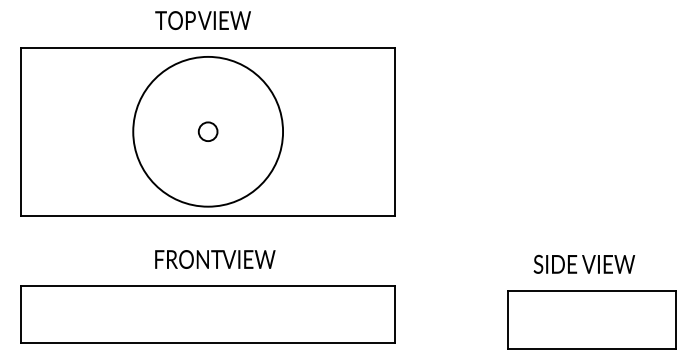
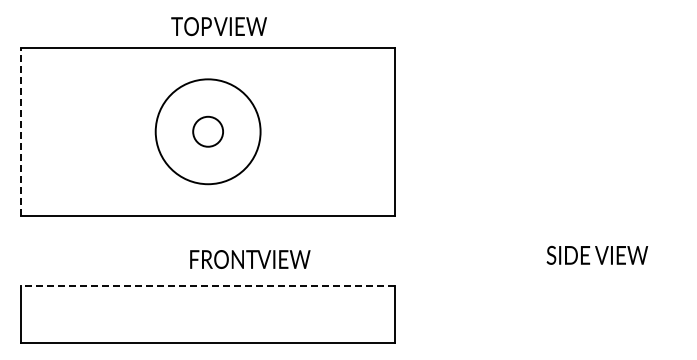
text at (202, 20) position: (202, 20) -> (218, 26)
line at (20, 131): solid -> dashed
circle at (207, 131) diameter: 19 px -> 30 px
circle at (208, 131) diameter: 150 px -> 105 px
text at (215, 259) position: (215, 259) -> (250, 259)
text at (584, 263) position: (584, 263) -> (597, 254)
line at (207, 286): solid -> dashed
part at (591, 319): present -> none
